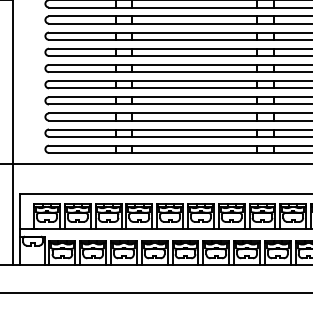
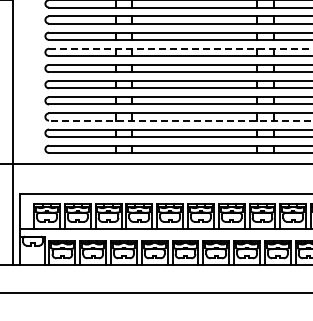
line at (180, 48): solid -> dashed
line at (180, 120): solid -> dashed
